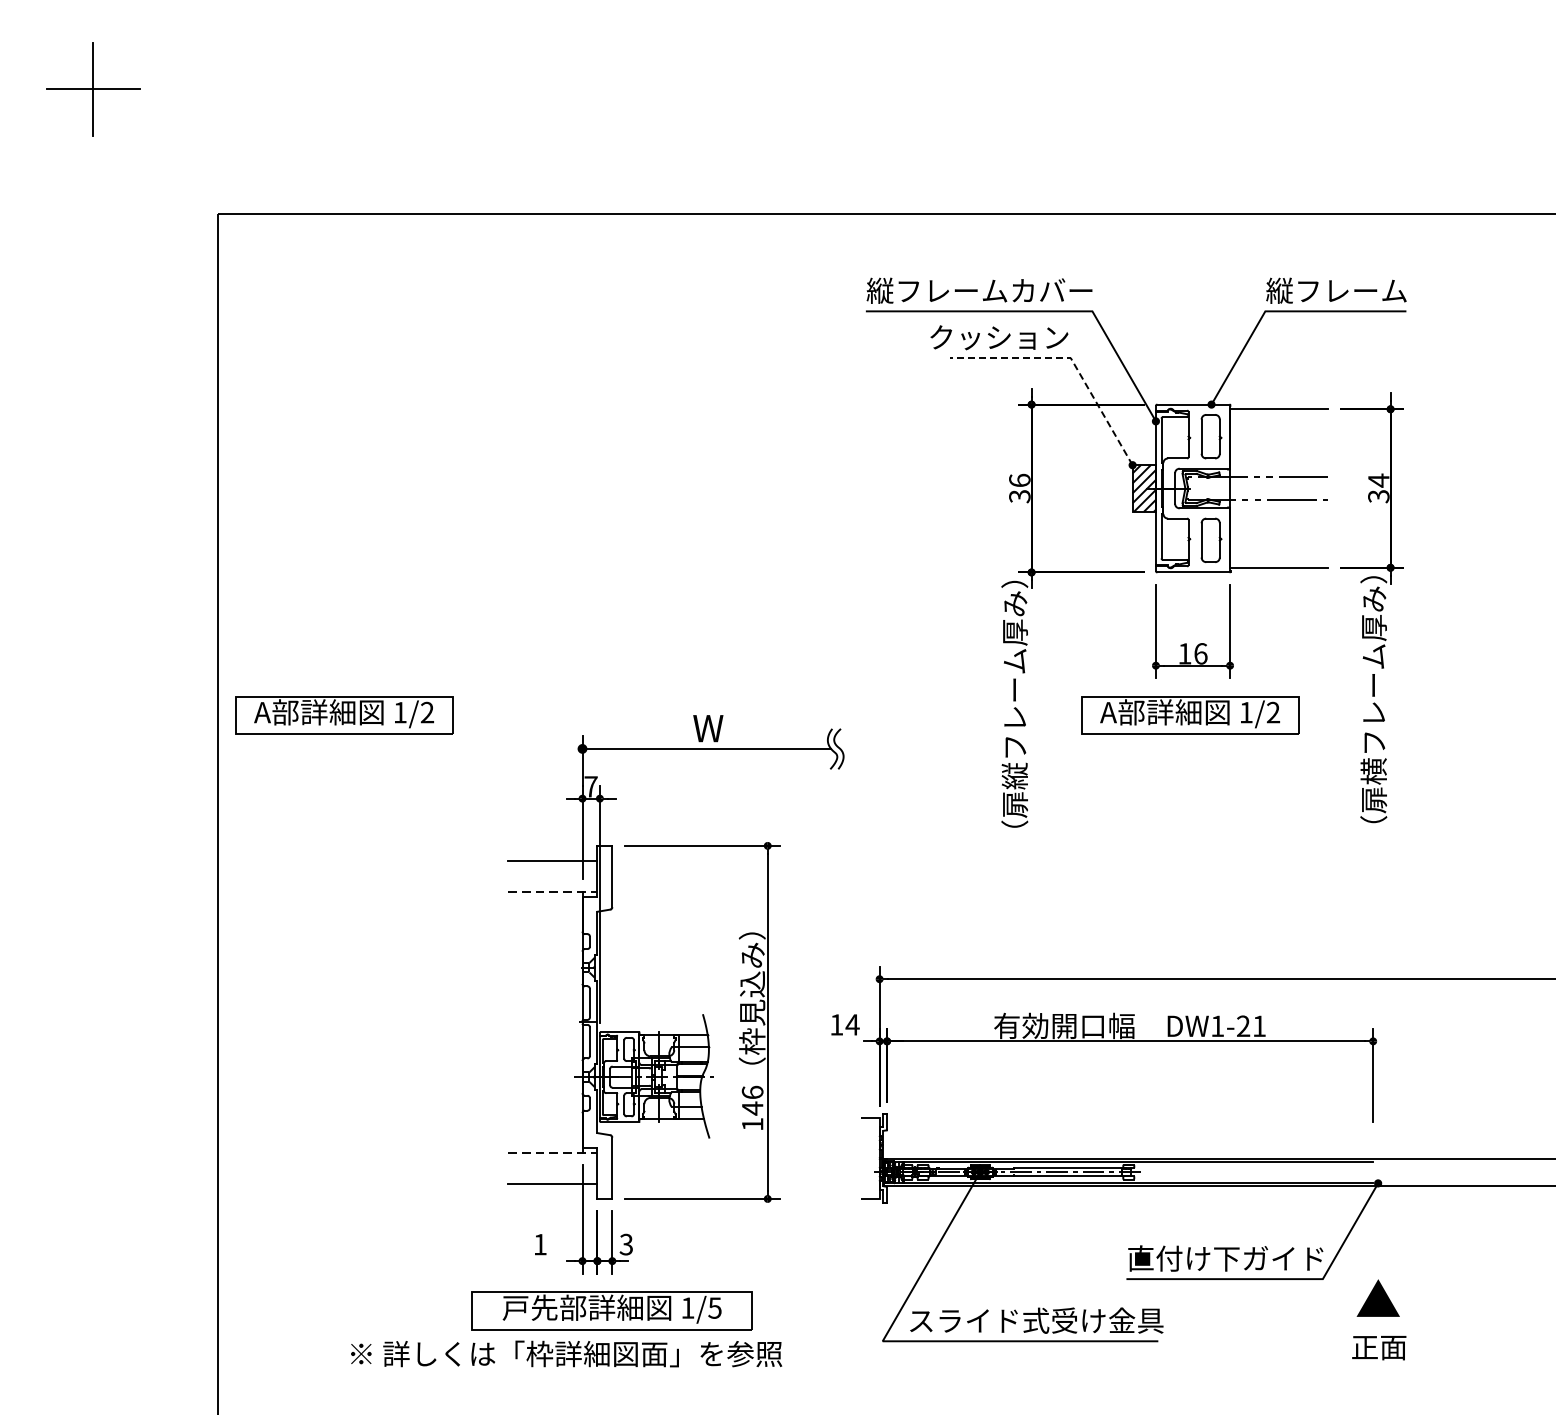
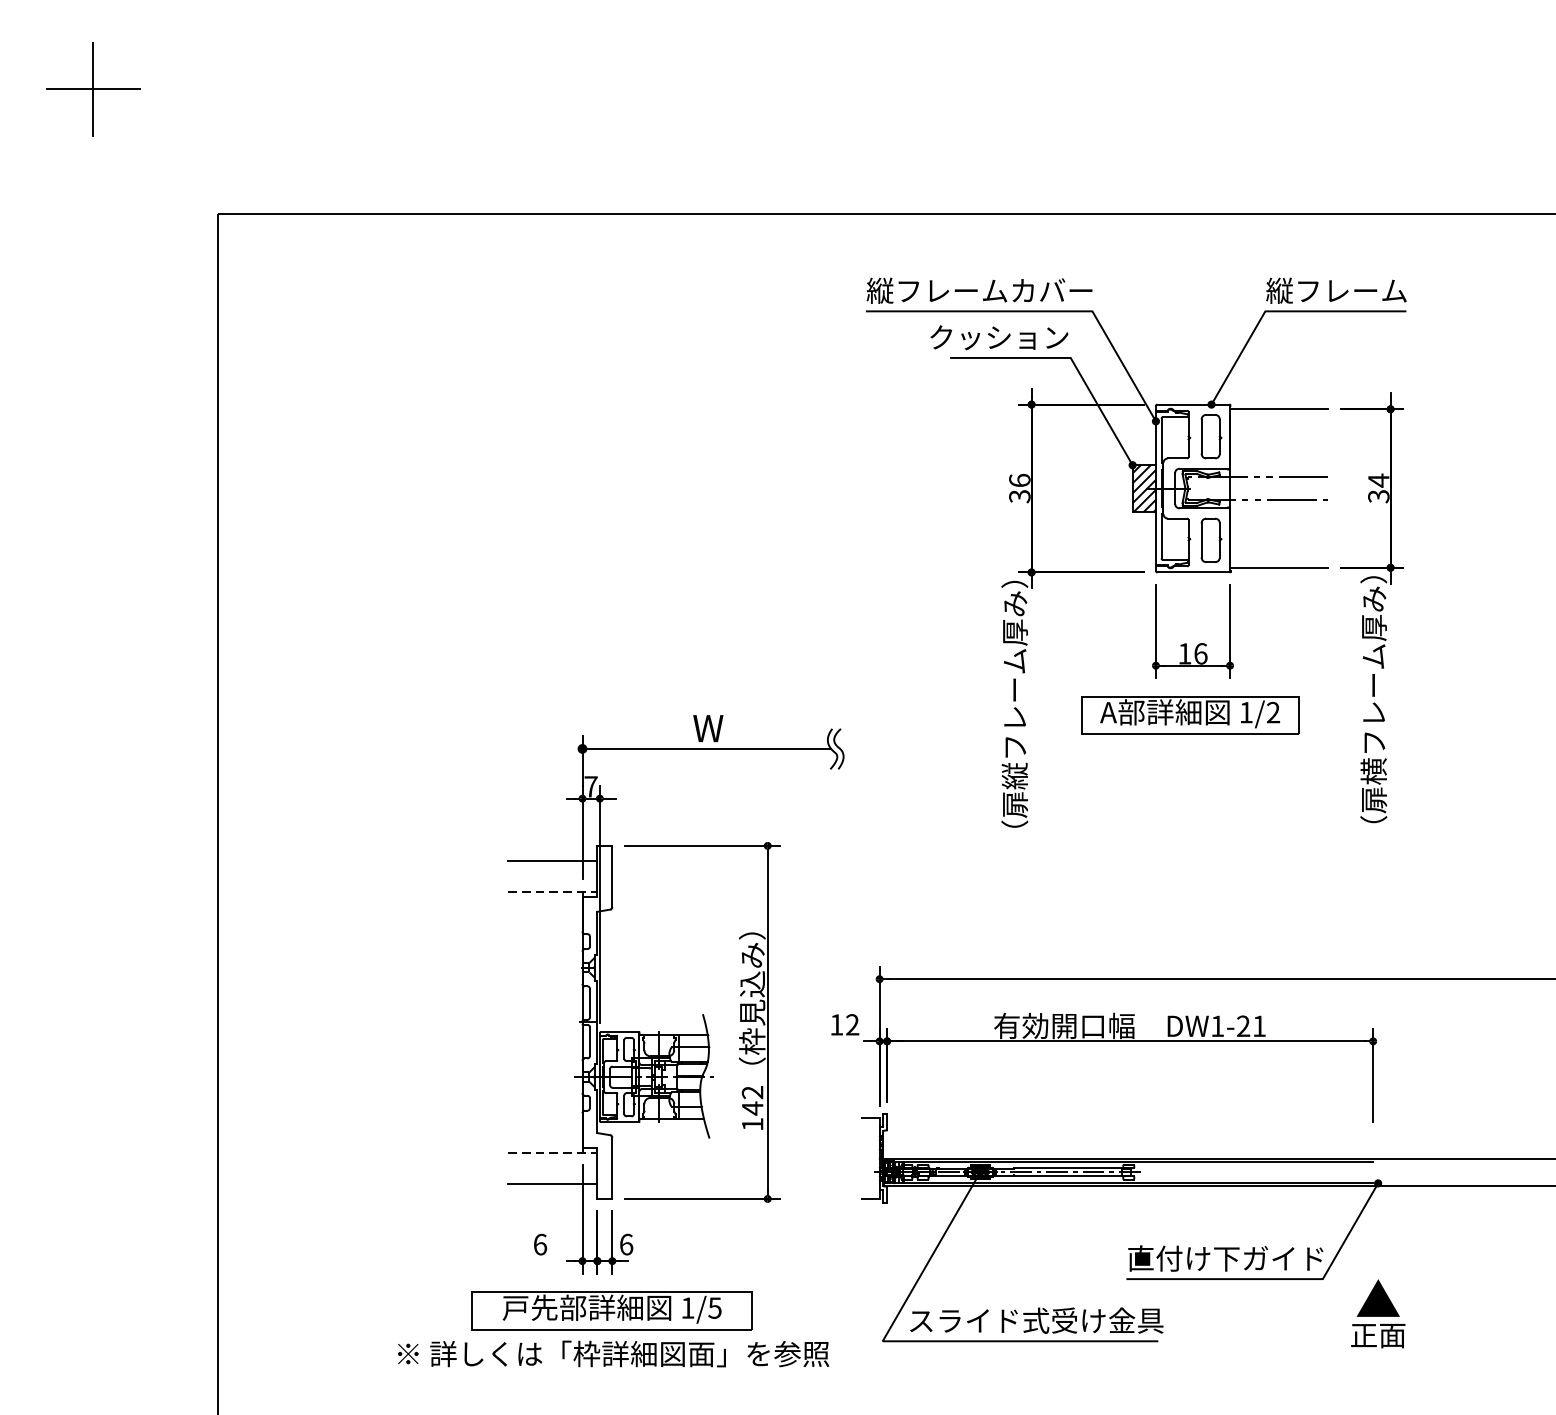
line at (1071, 358): dashed -> solid
part at (344, 715): present -> none
text at (852, 1024): 14 -> 12
text at (752, 1092): 146 -> 142
text at (540, 1244): 1 -> 6
text at (626, 1244): 3 -> 6
text at (1379, 1348) position: (1379, 1348) -> (1378, 1336)
text at (566, 1353) position: (566, 1353) -> (613, 1353)
